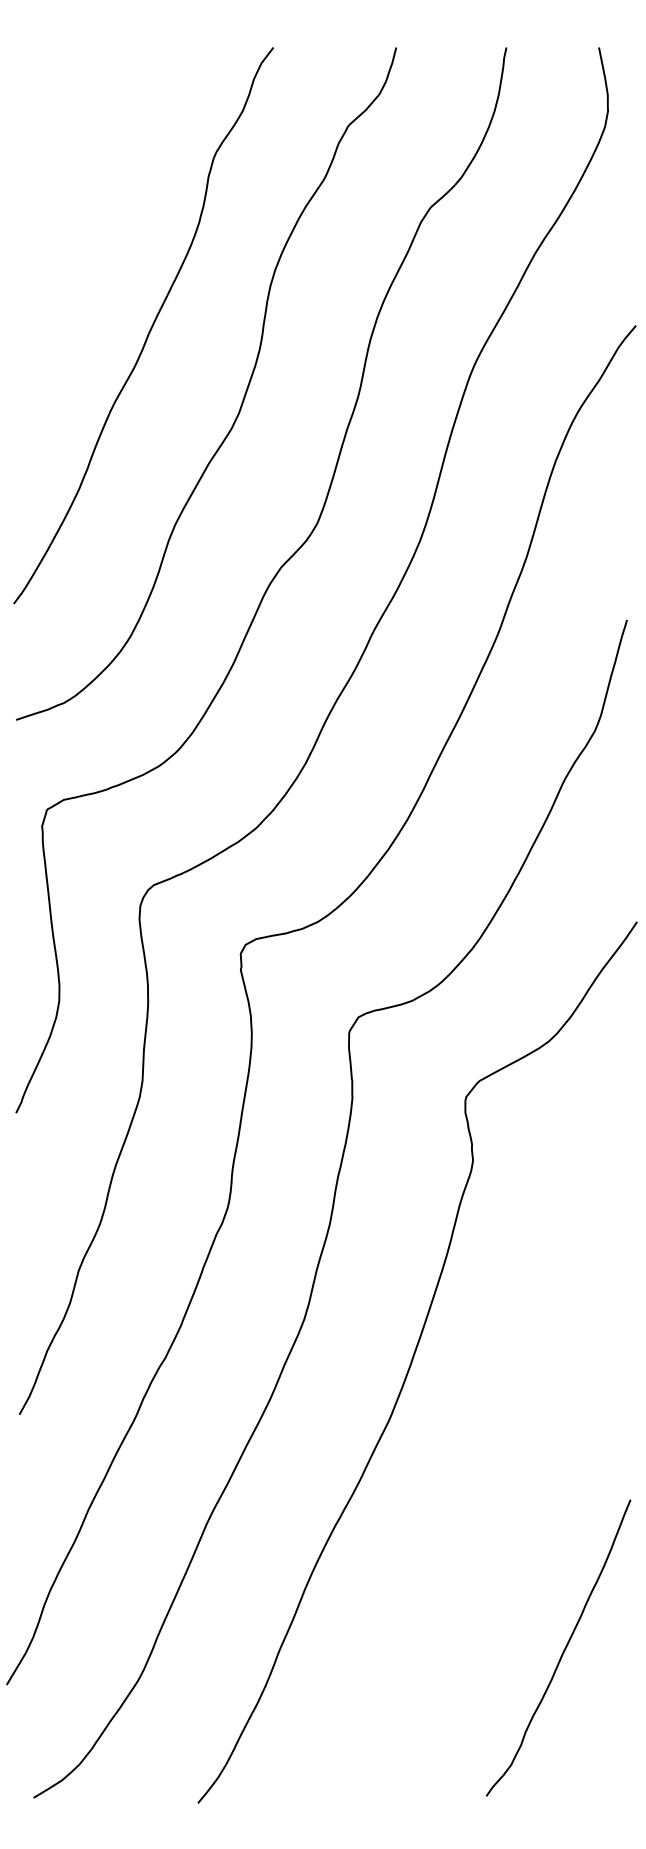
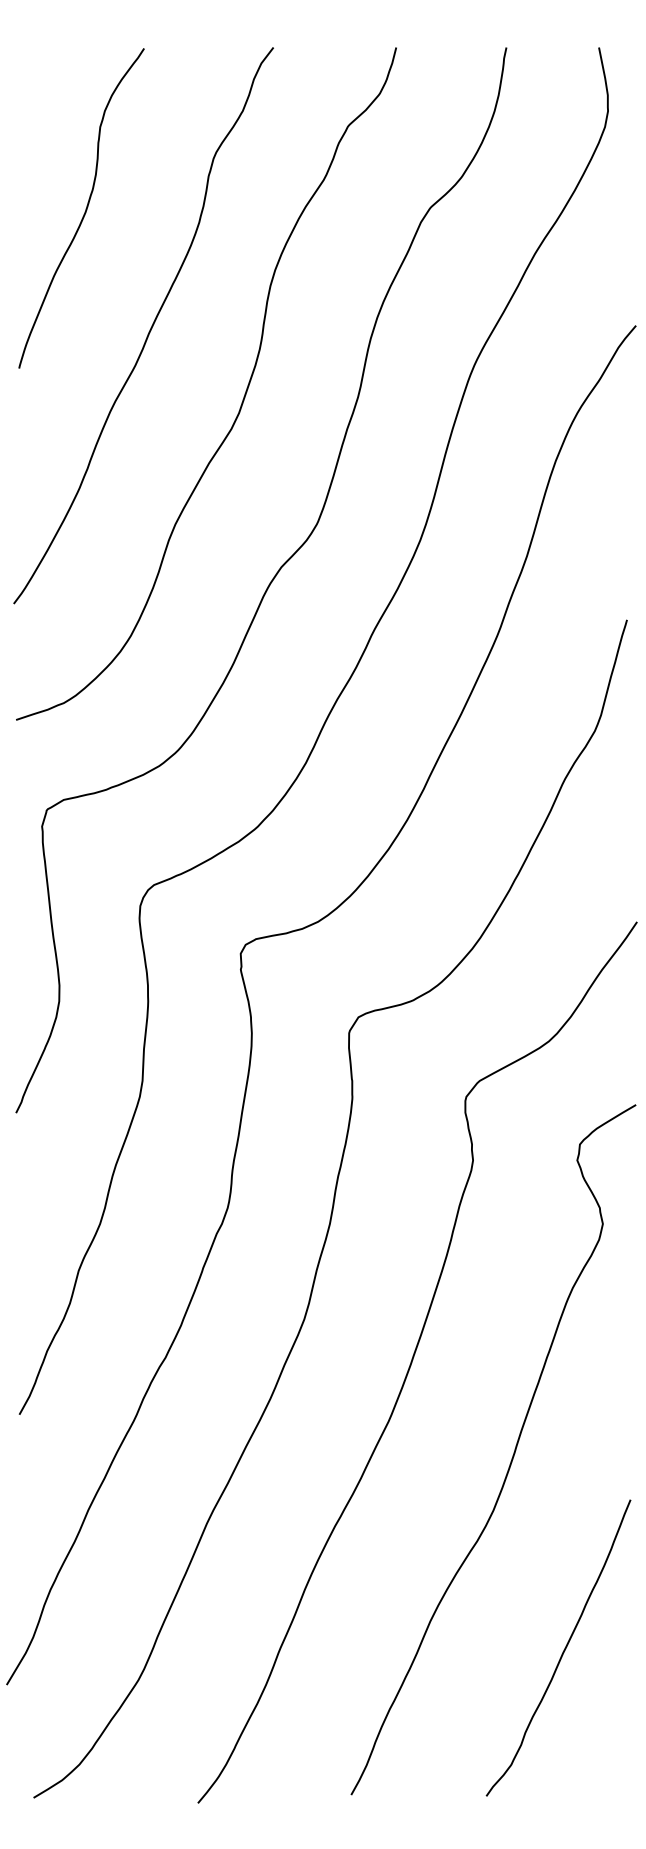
curve at (85, 208): none -> present
curve at (512, 1455): none -> present
